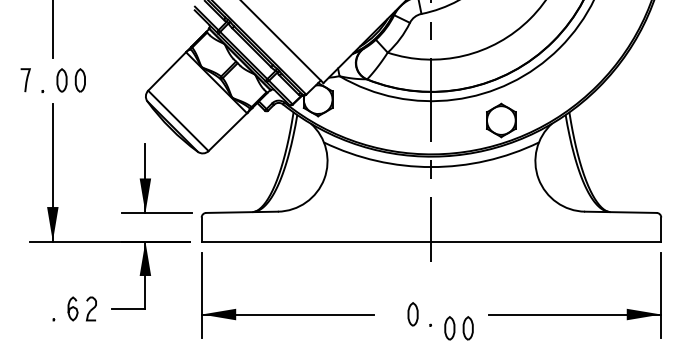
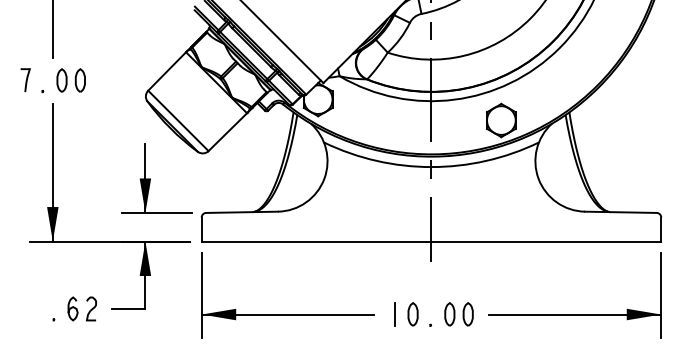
line at (394, 314): none -> present
part at (458, 328) position: (458, 328) -> (458, 314)
